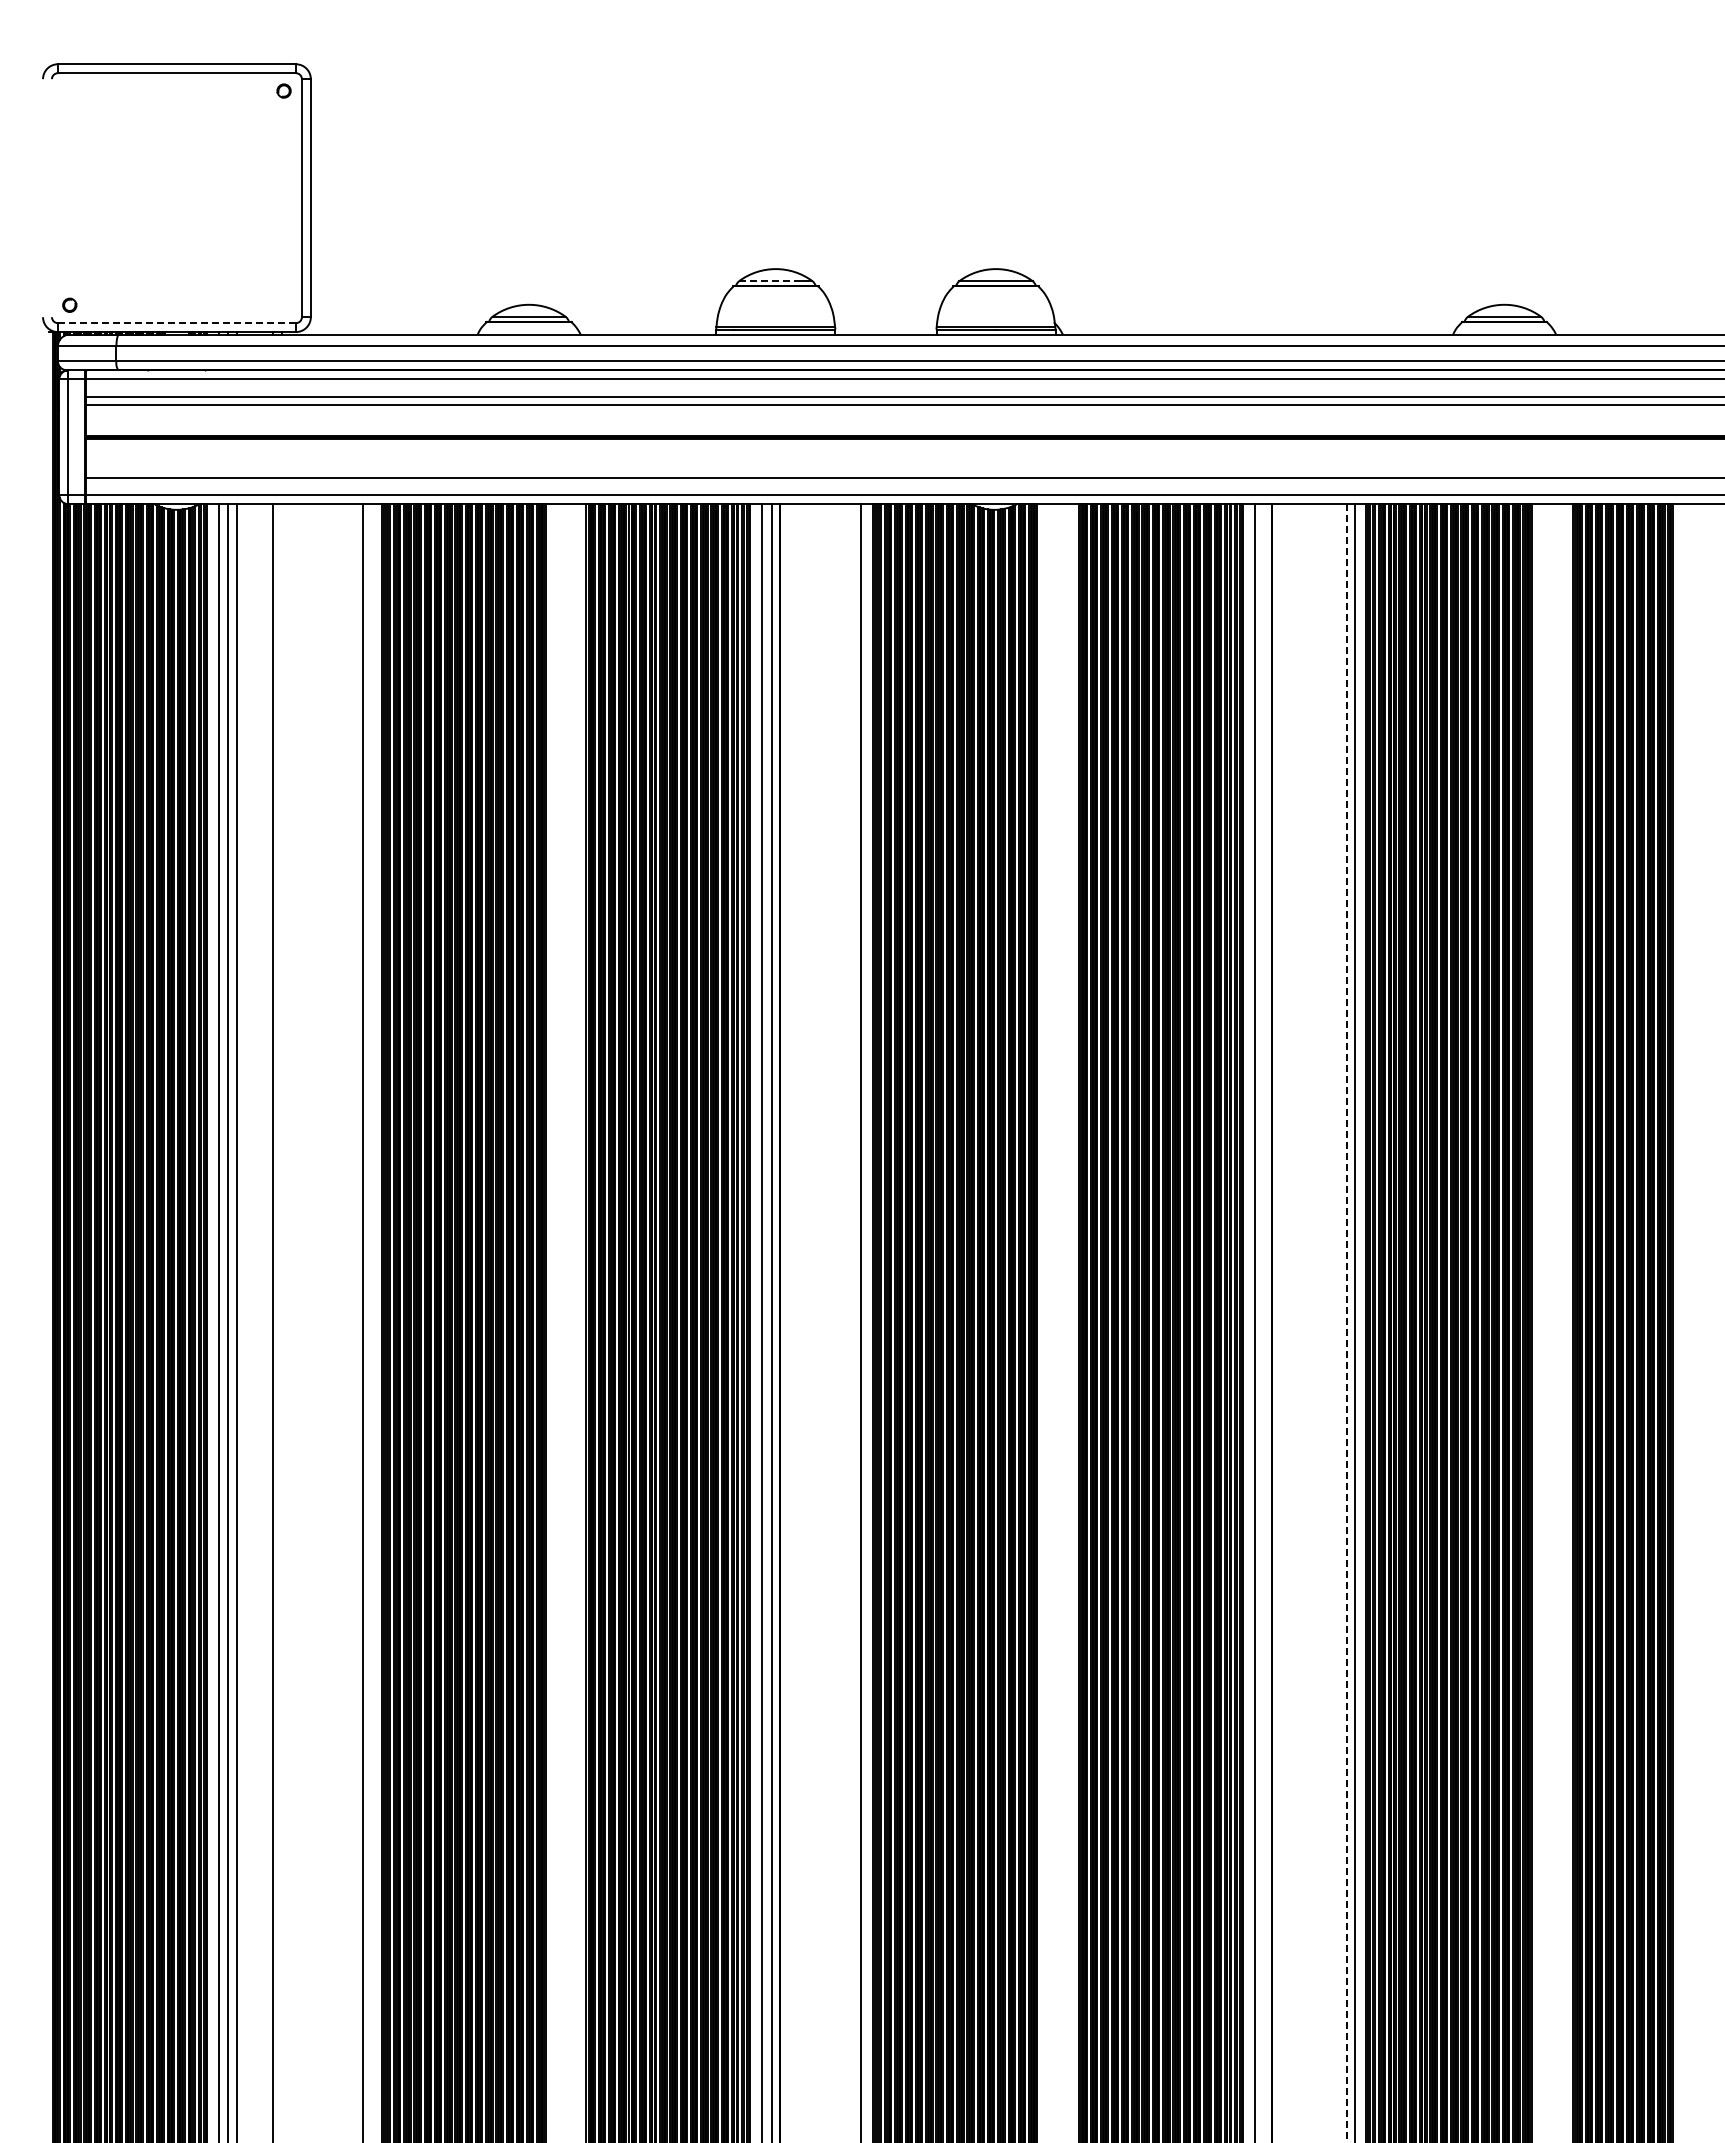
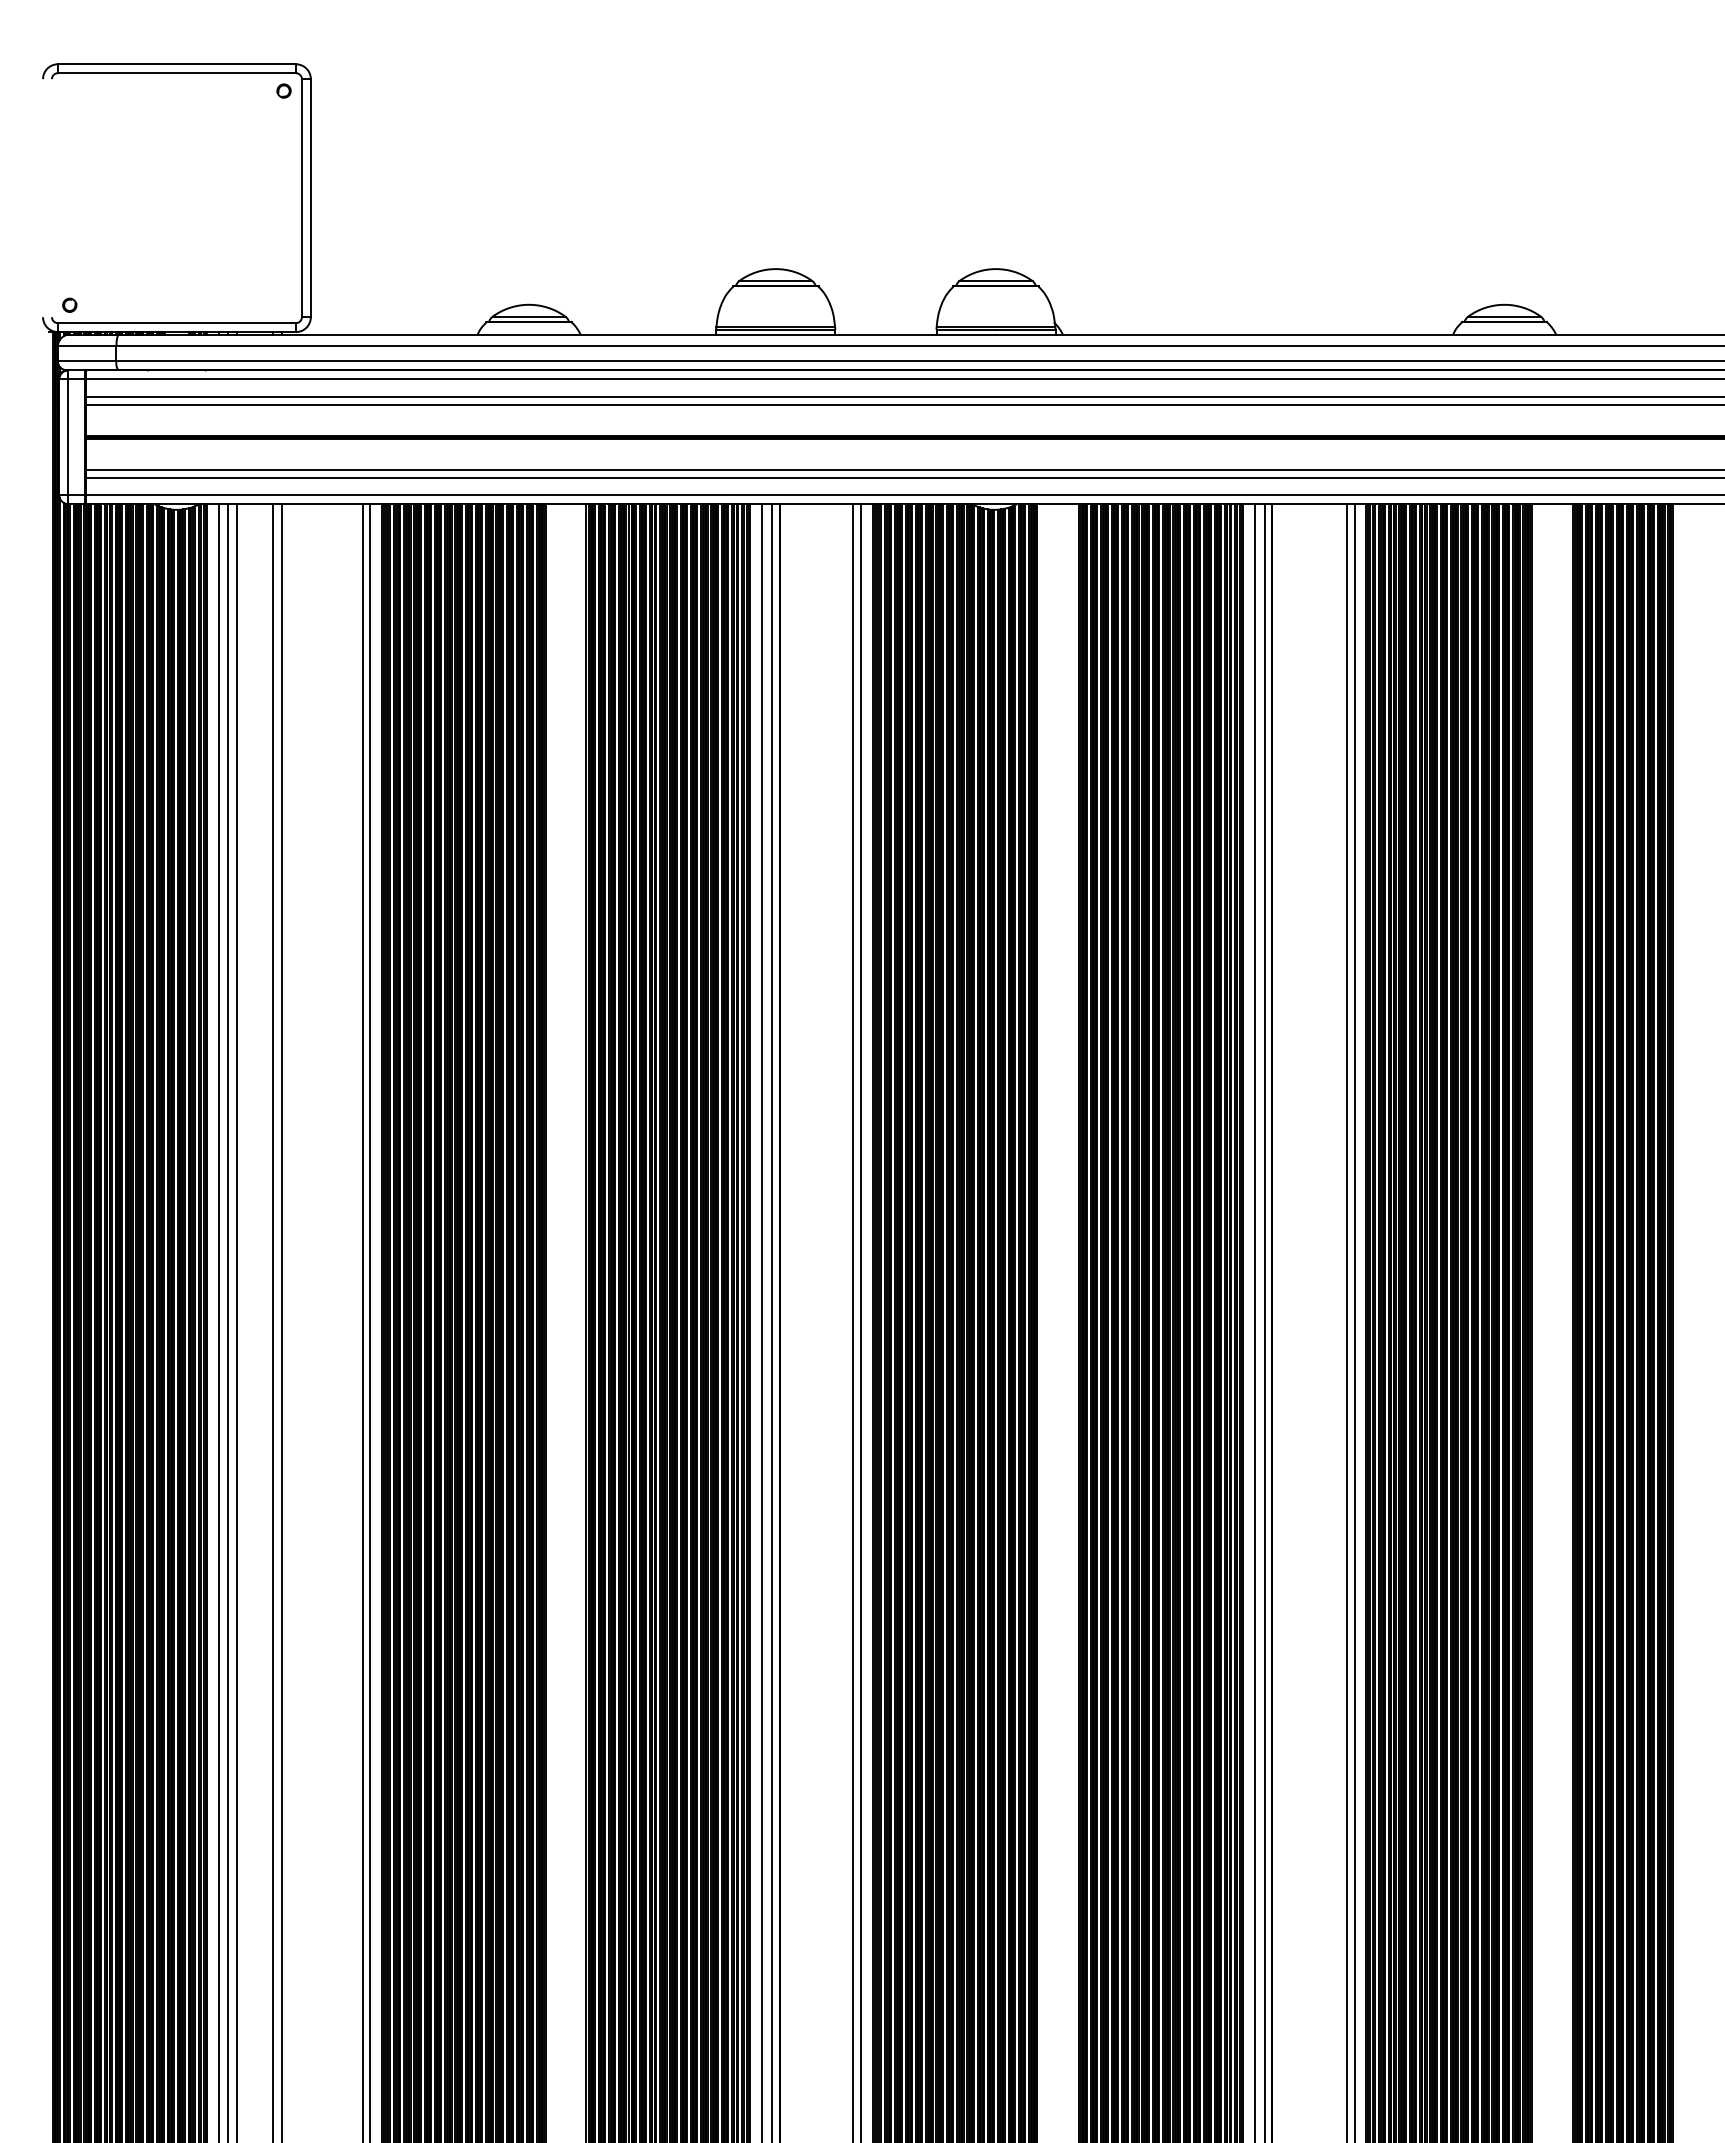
line at (771, 281): dashed -> solid
line at (177, 323): dashed -> solid
line at (903, 470): none -> present
line at (281, 1321): none -> present
line at (369, 1321): none -> present
line at (853, 1321): none -> present
line at (1265, 1321): none -> present
line at (1346, 1323): dashed -> solid
